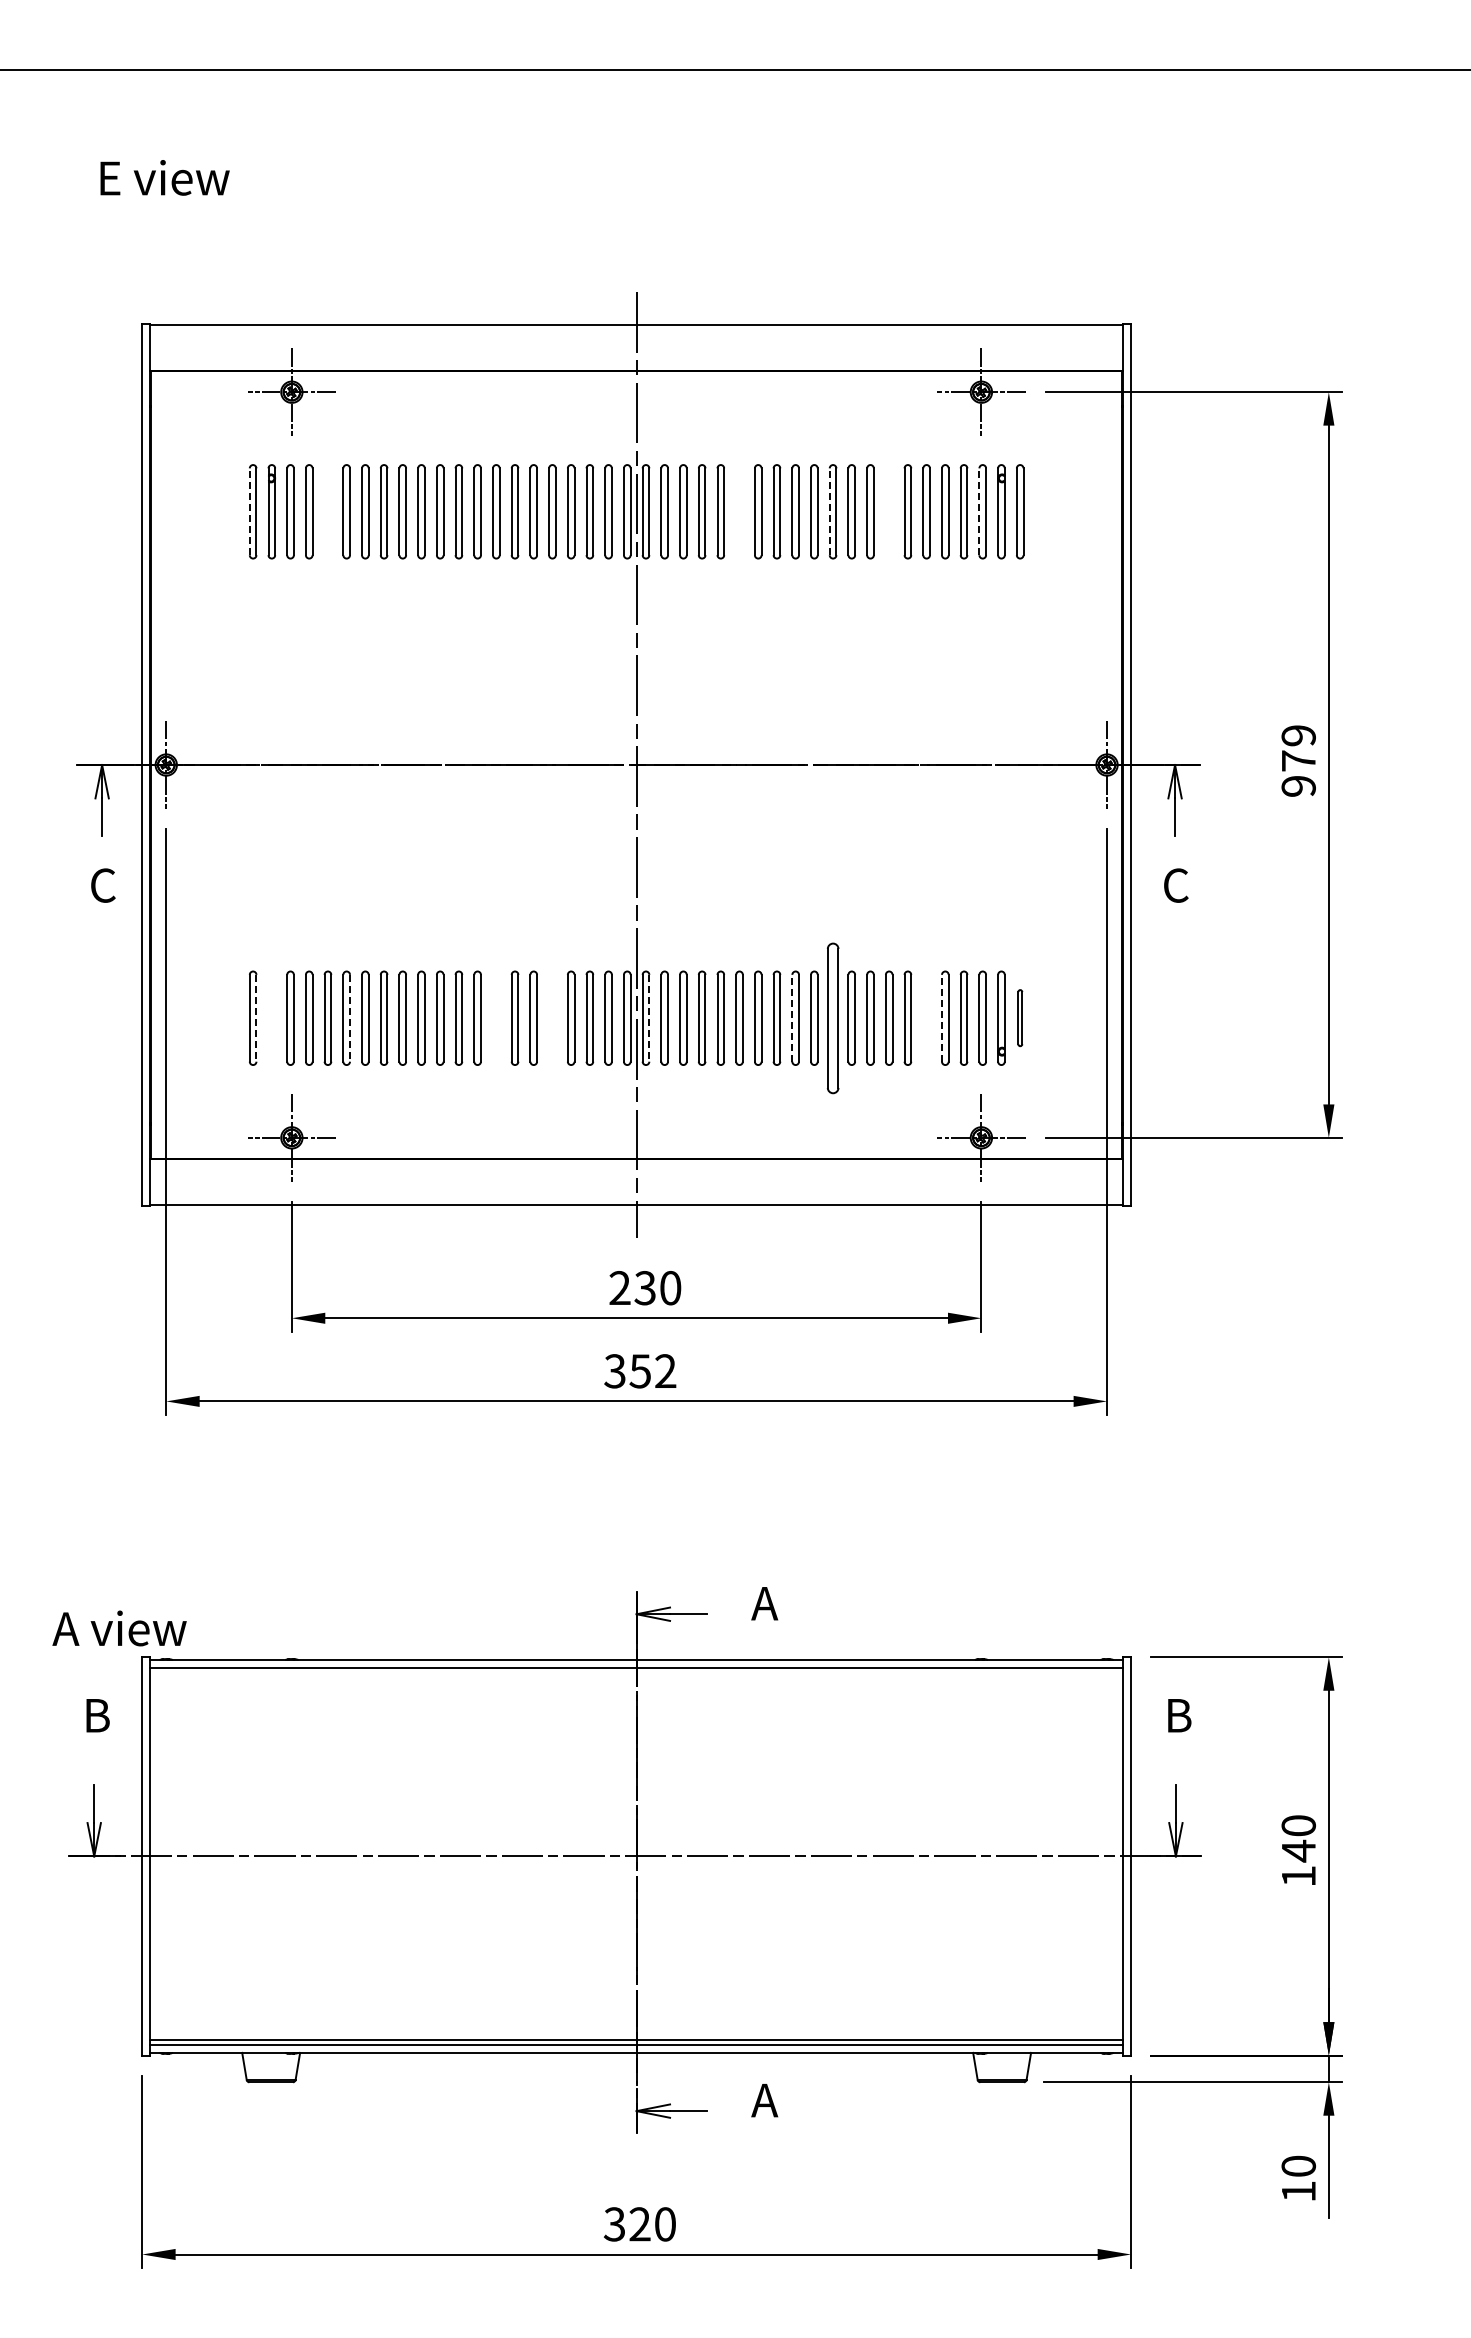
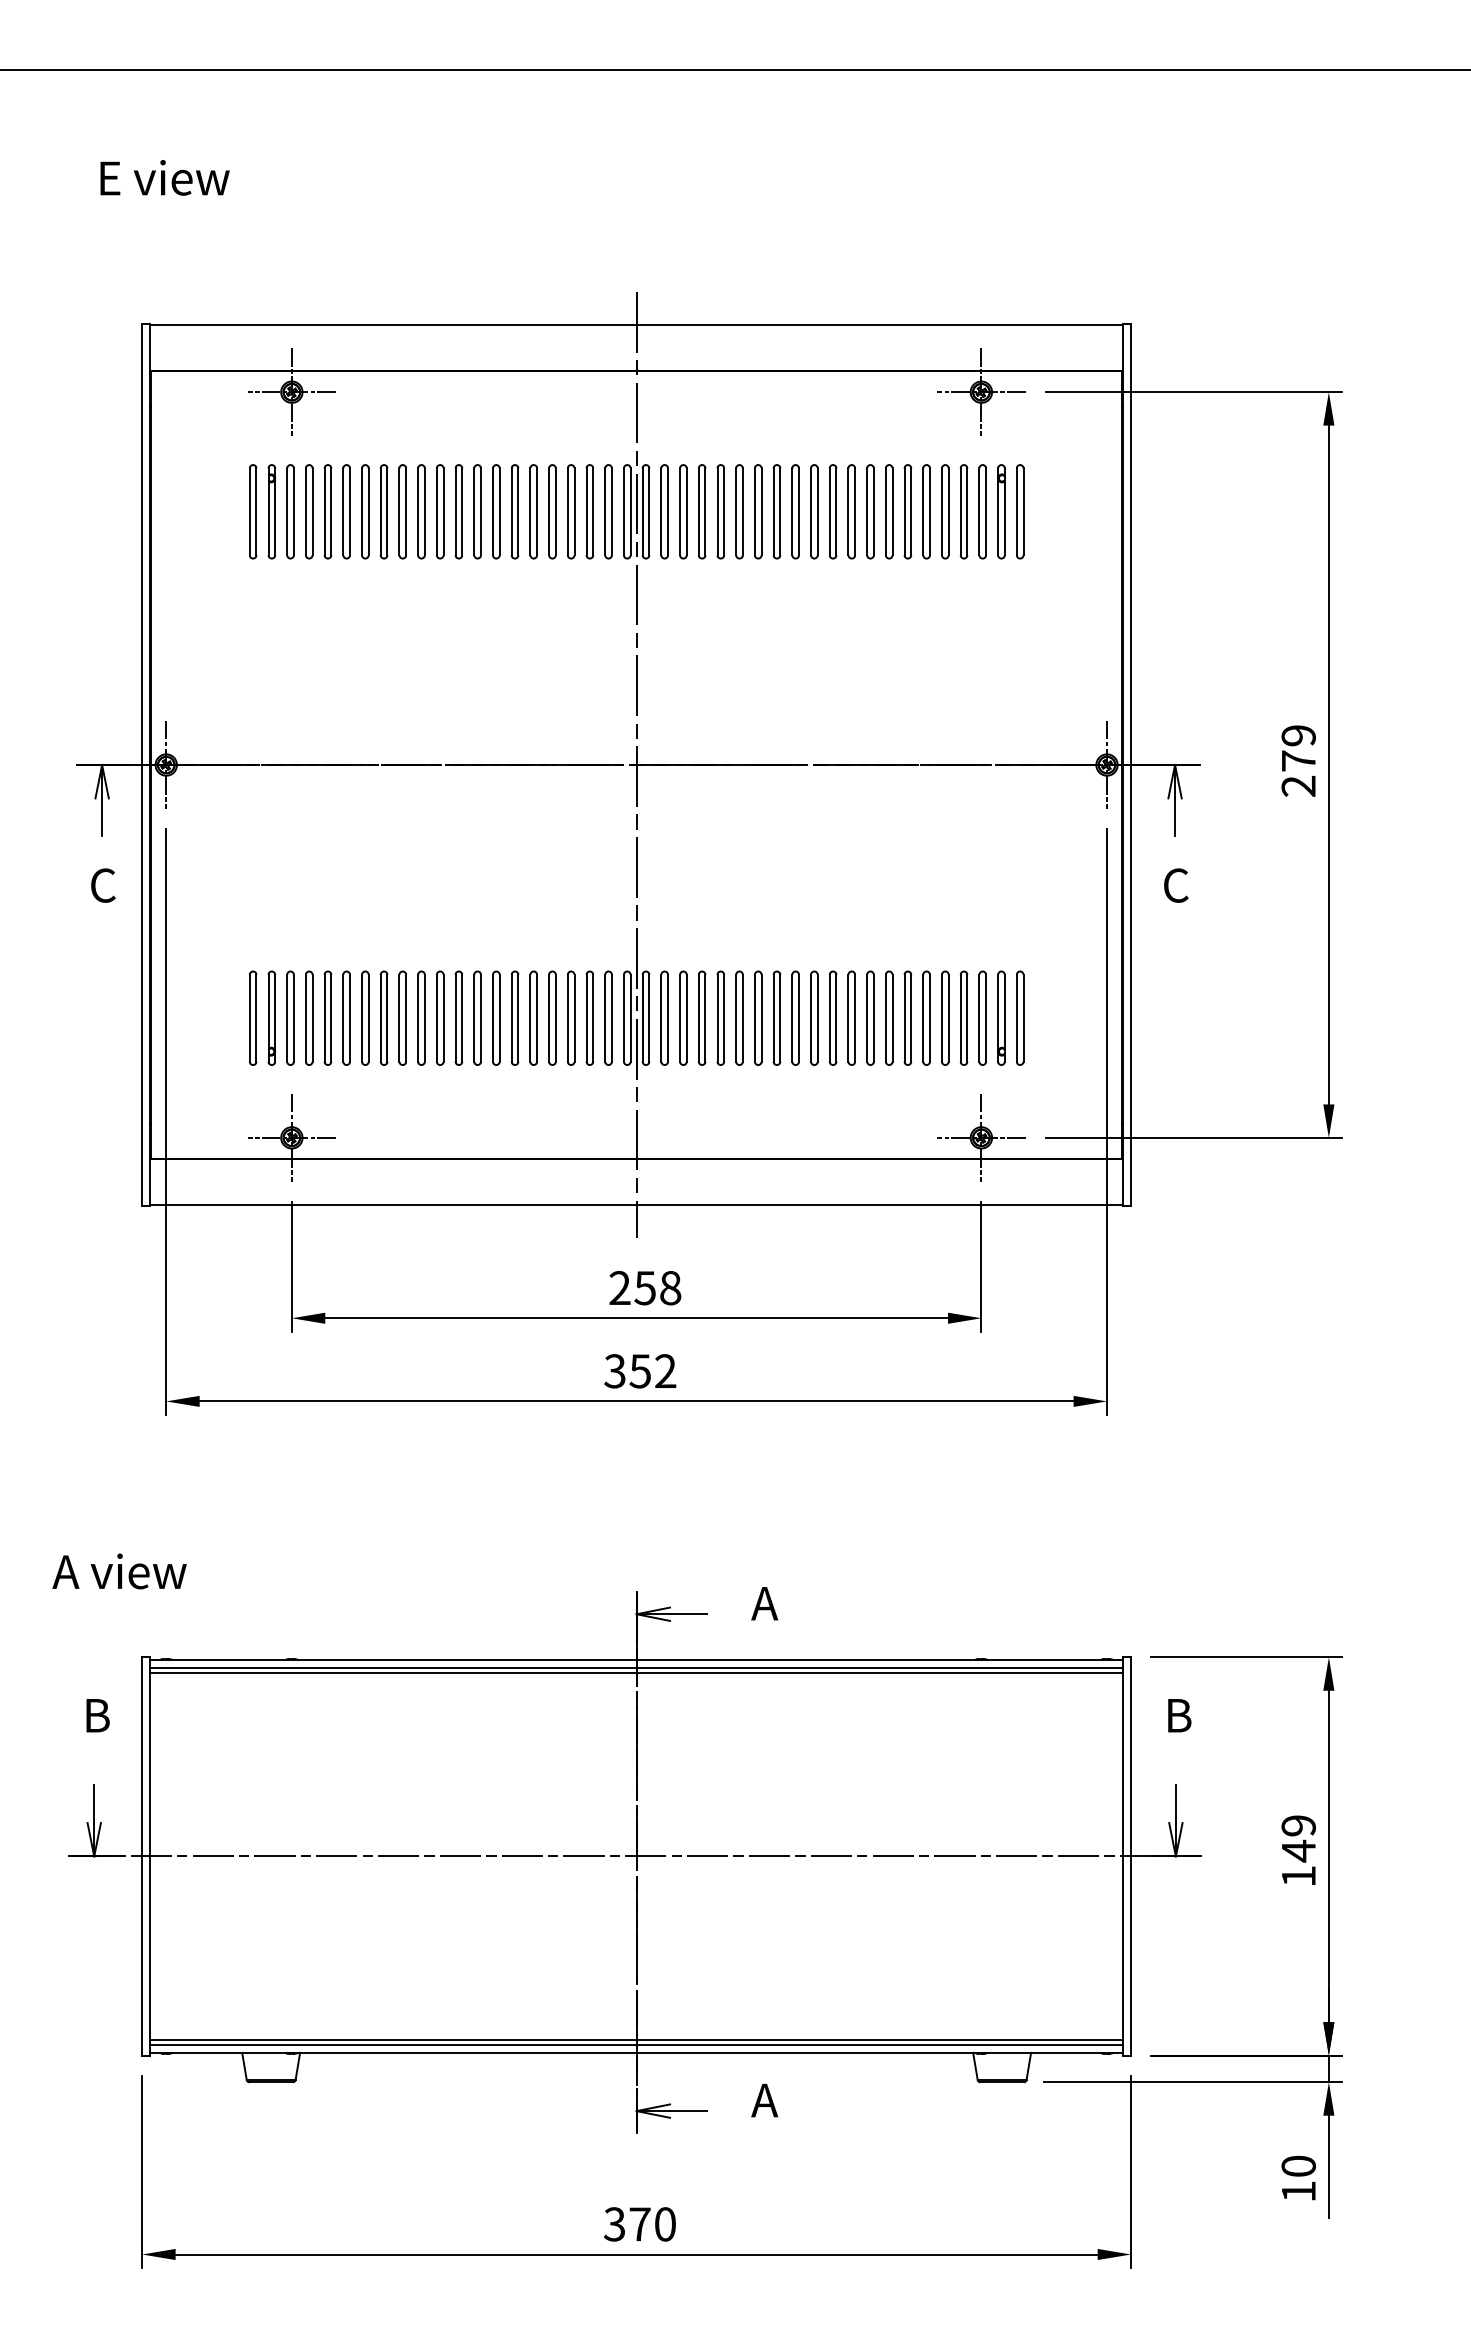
line at (249, 511): dashed -> solid
part at (327, 511): none -> present
part at (739, 511): none -> present
line at (829, 511): dashed -> solid
part at (889, 511): none -> present
line at (979, 511): dashed -> solid
text at (1298, 786): 979 -> 279
part at (271, 1017): none -> present
part at (496, 1017): none -> present
part at (552, 1017): none -> present
line at (792, 1017): dashed -> solid
part at (926, 1017): none -> present
line at (941, 1017): dashed -> solid
line at (256, 1018): dashed -> solid
line at (350, 1018): dashed -> solid
line at (649, 1018): dashed -> solid
part at (832, 1018) size: 14x153 px -> 10x96 px
part at (1020, 1018) size: 7x59 px -> 9x96 px
text at (657, 1288): 230 -> 258
text at (119, 1628) position: (119, 1628) -> (119, 1571)
line at (636, 1673): none -> present
text at (1298, 1825): 140 -> 149
text at (639, 2224): 320 -> 370
